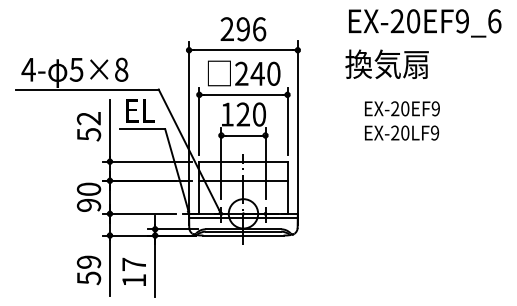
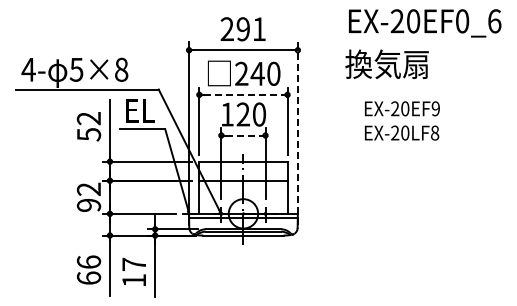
text at (462, 21): EX-20EF9_6 -> EX-20EF0_6
text at (259, 29): 296 -> 291
line at (243, 94): solid -> dashed
text at (435, 132): EX-20LF9 -> EX-20LF8
line at (297, 133): solid -> dashed
line at (243, 135): solid -> dashed
text at (89, 188): 90 -> 92
text at (88, 270): 59 -> 66
